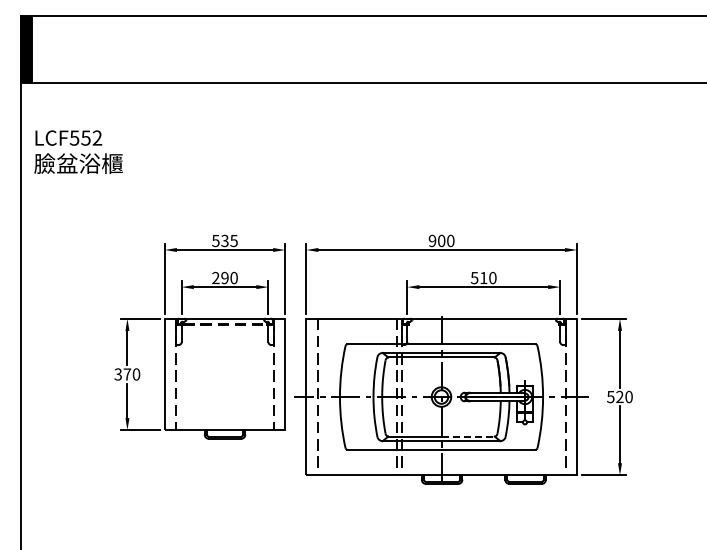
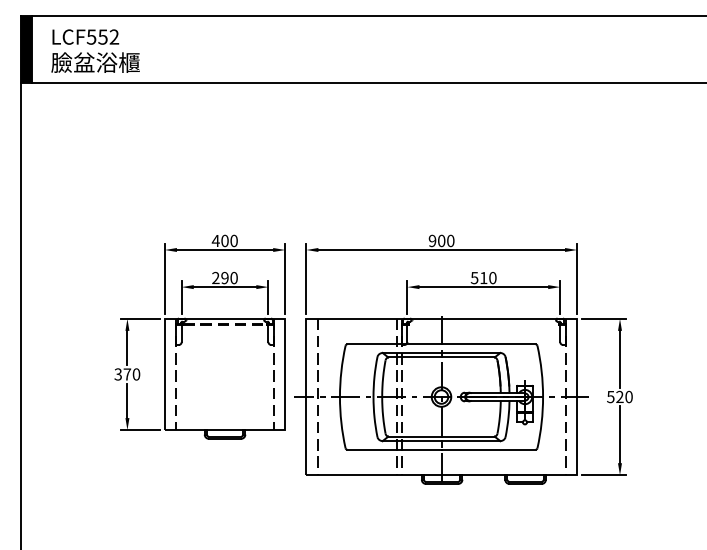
text at (78, 151) position: (78, 151) -> (95, 50)
text at (224, 240): 535 -> 400
line at (468, 436): dashed -> solid
